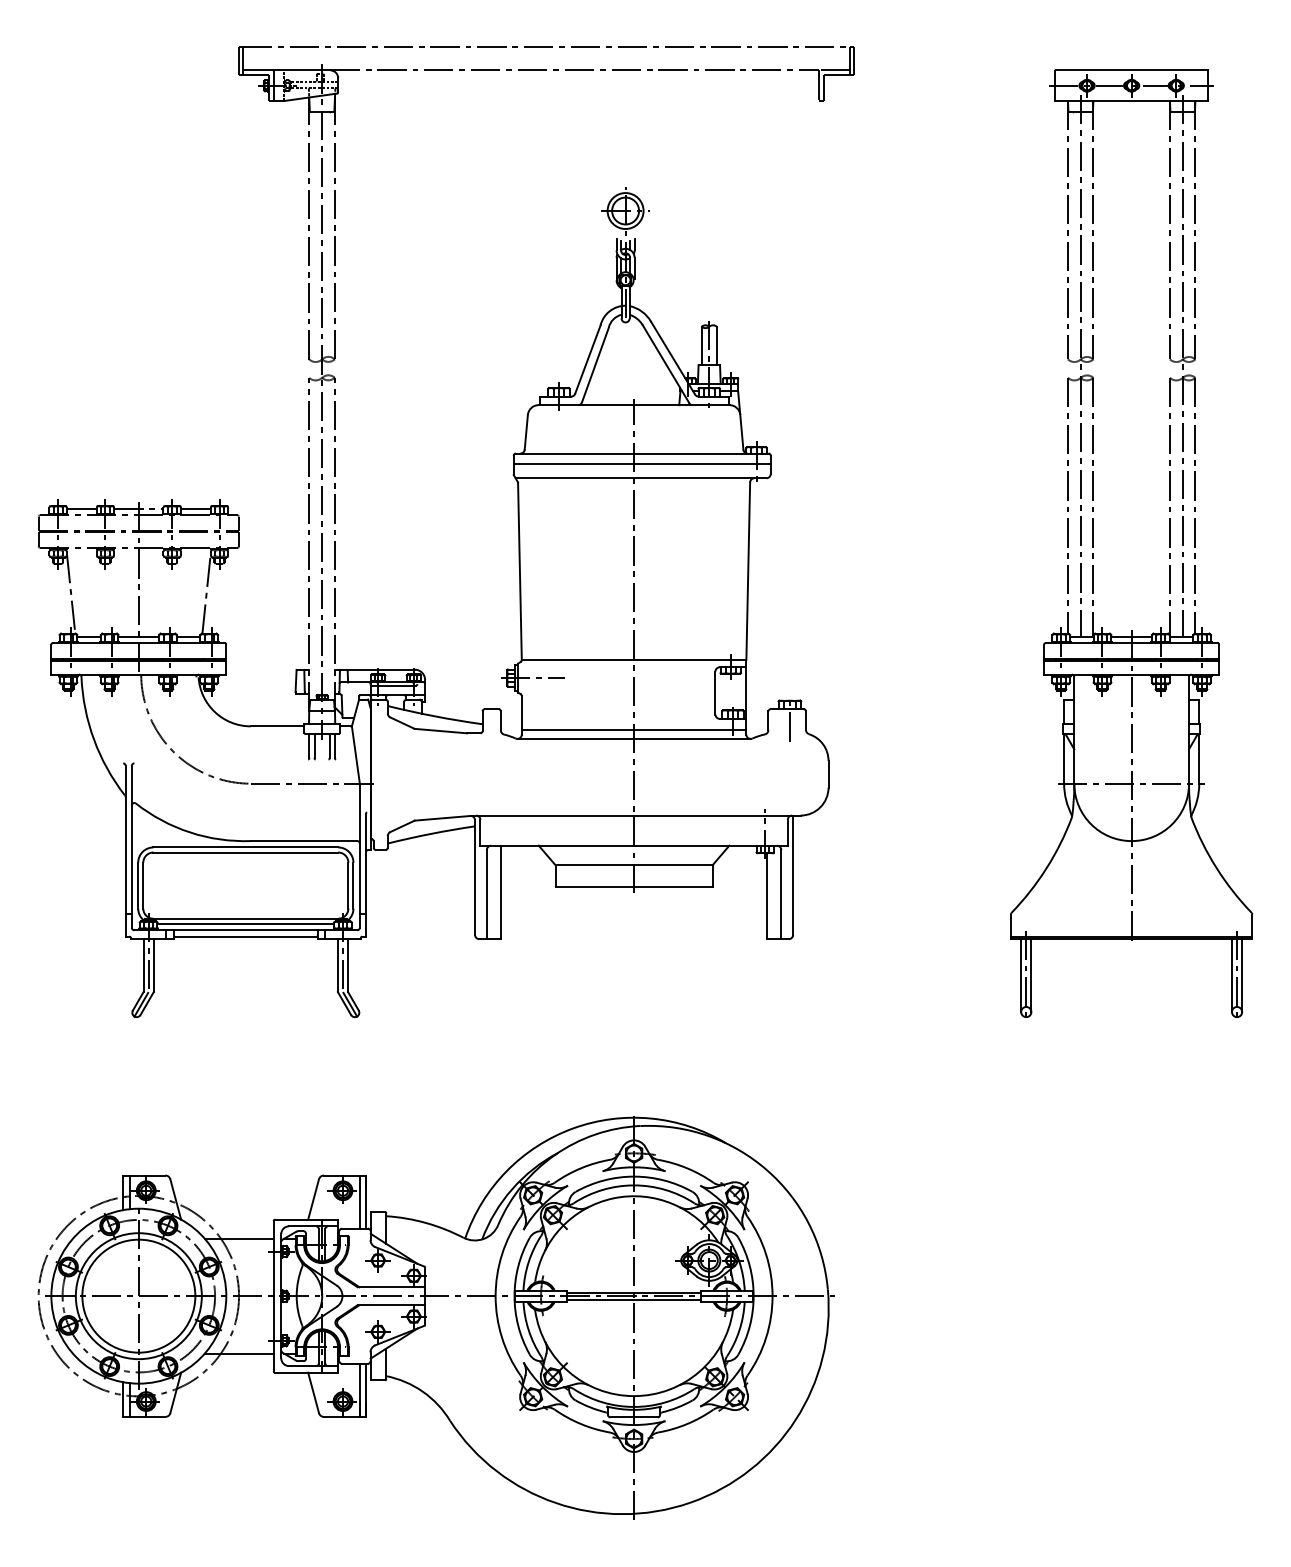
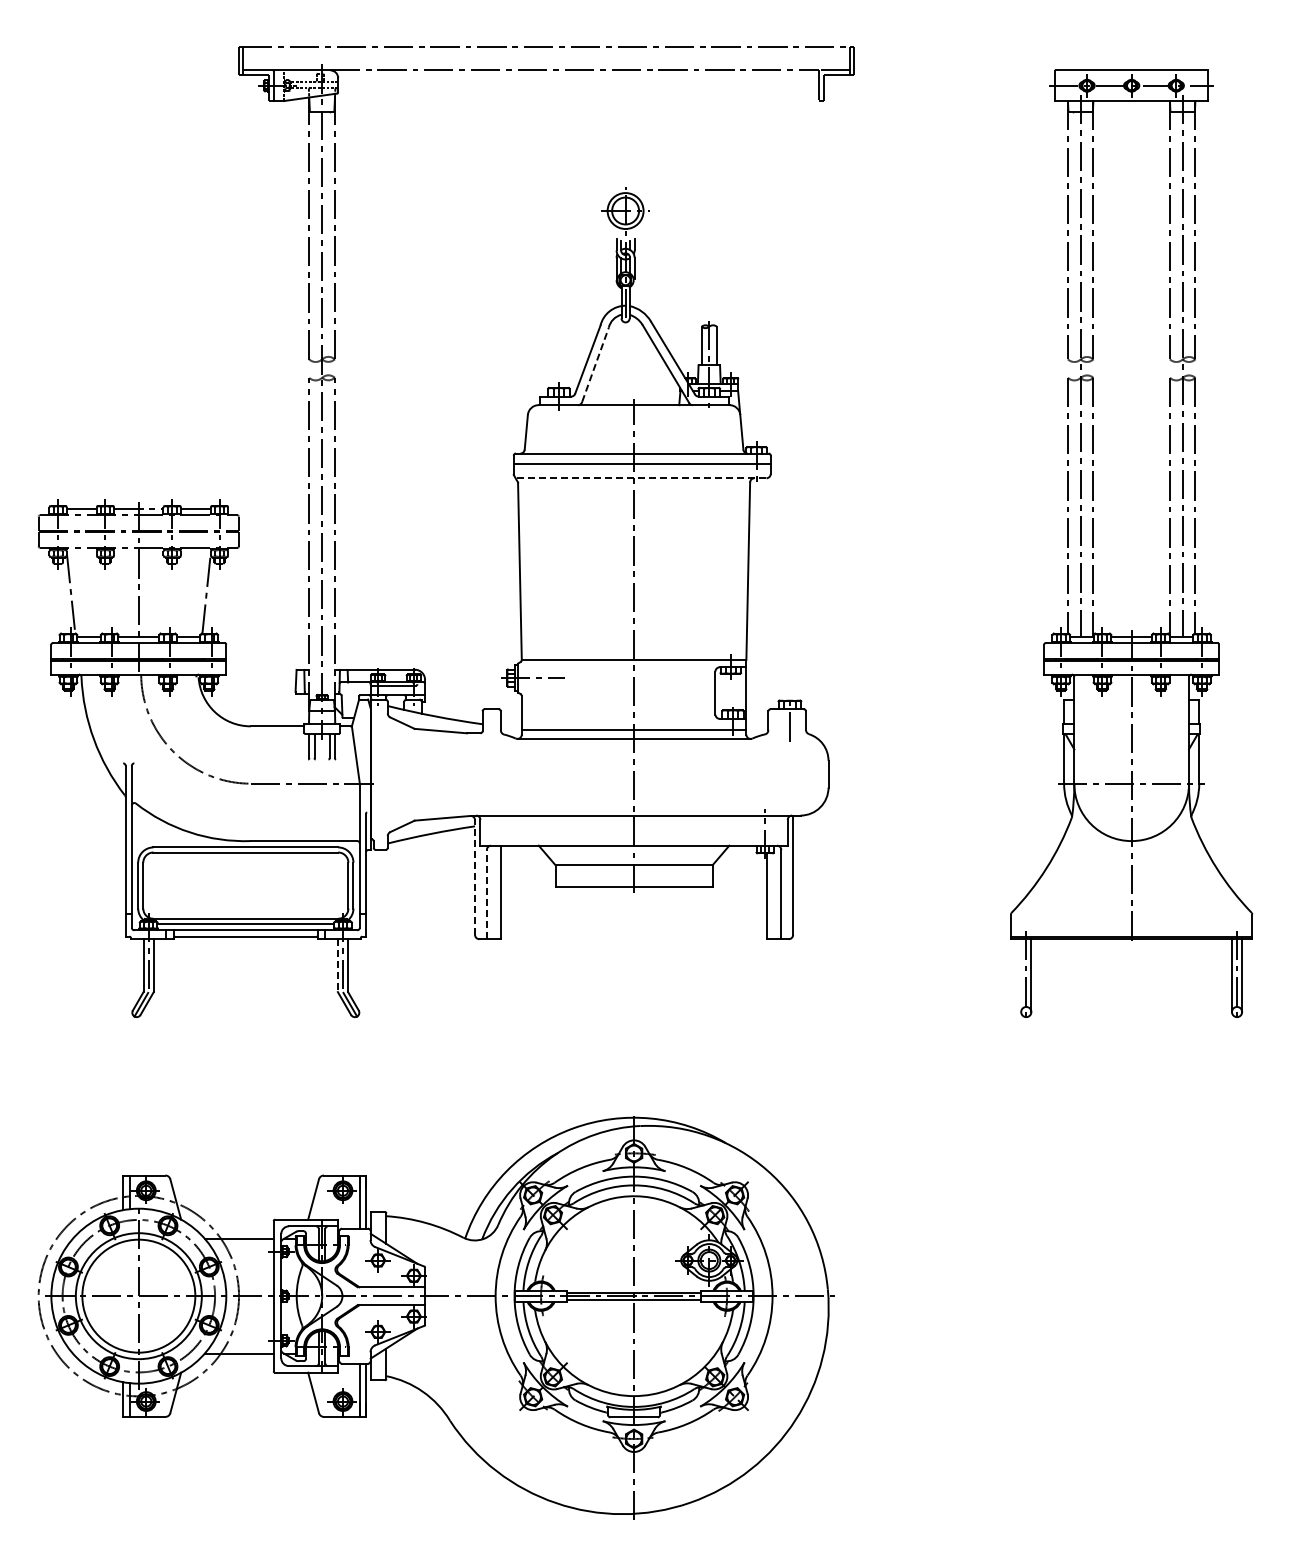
line at (595, 364): solid -> dashed
line at (640, 478): solid -> dashed
line at (475, 877): solid -> dashed
line at (486, 894): solid -> dashed
line at (337, 966): solid -> dashed
line at (1021, 975): present -> none
